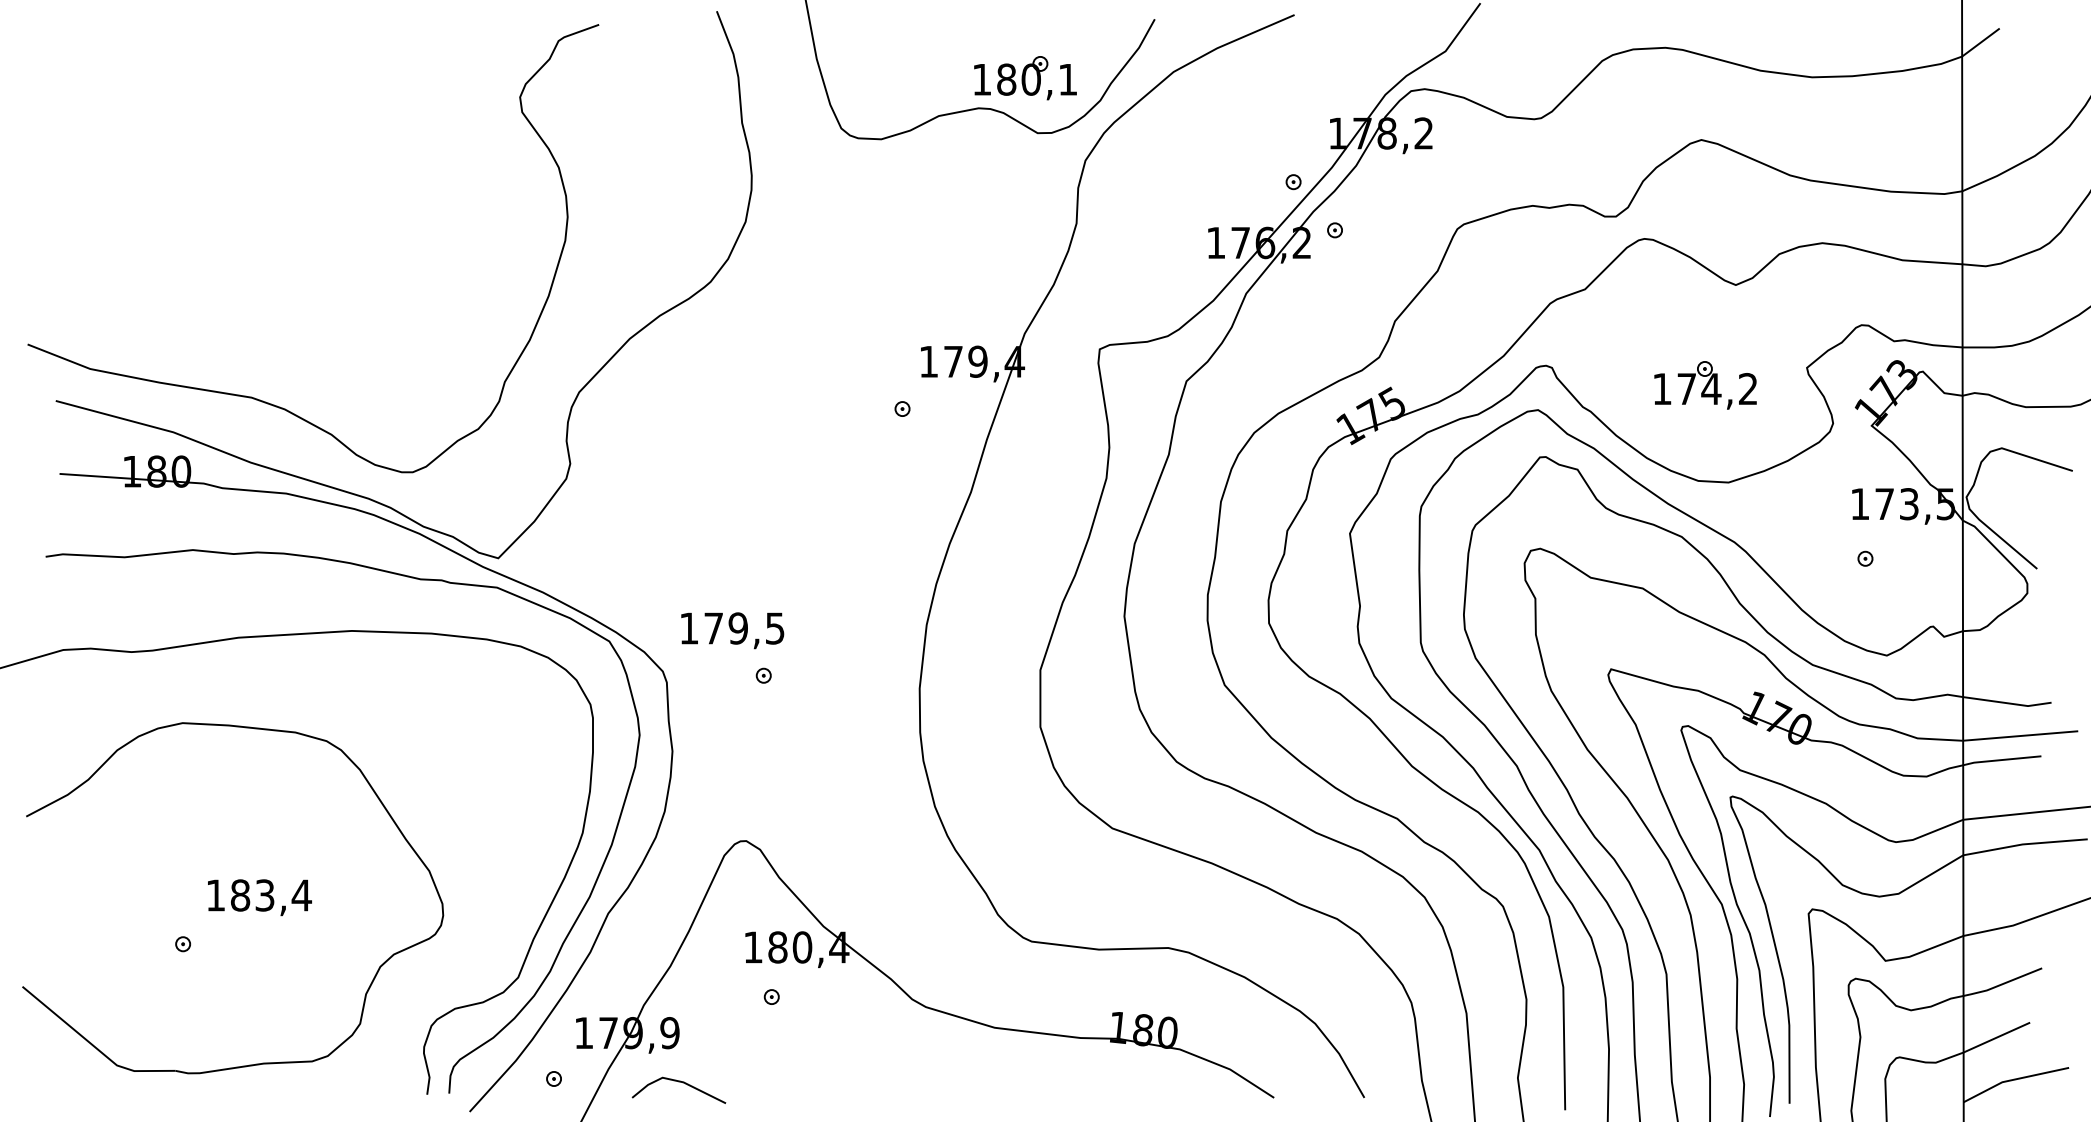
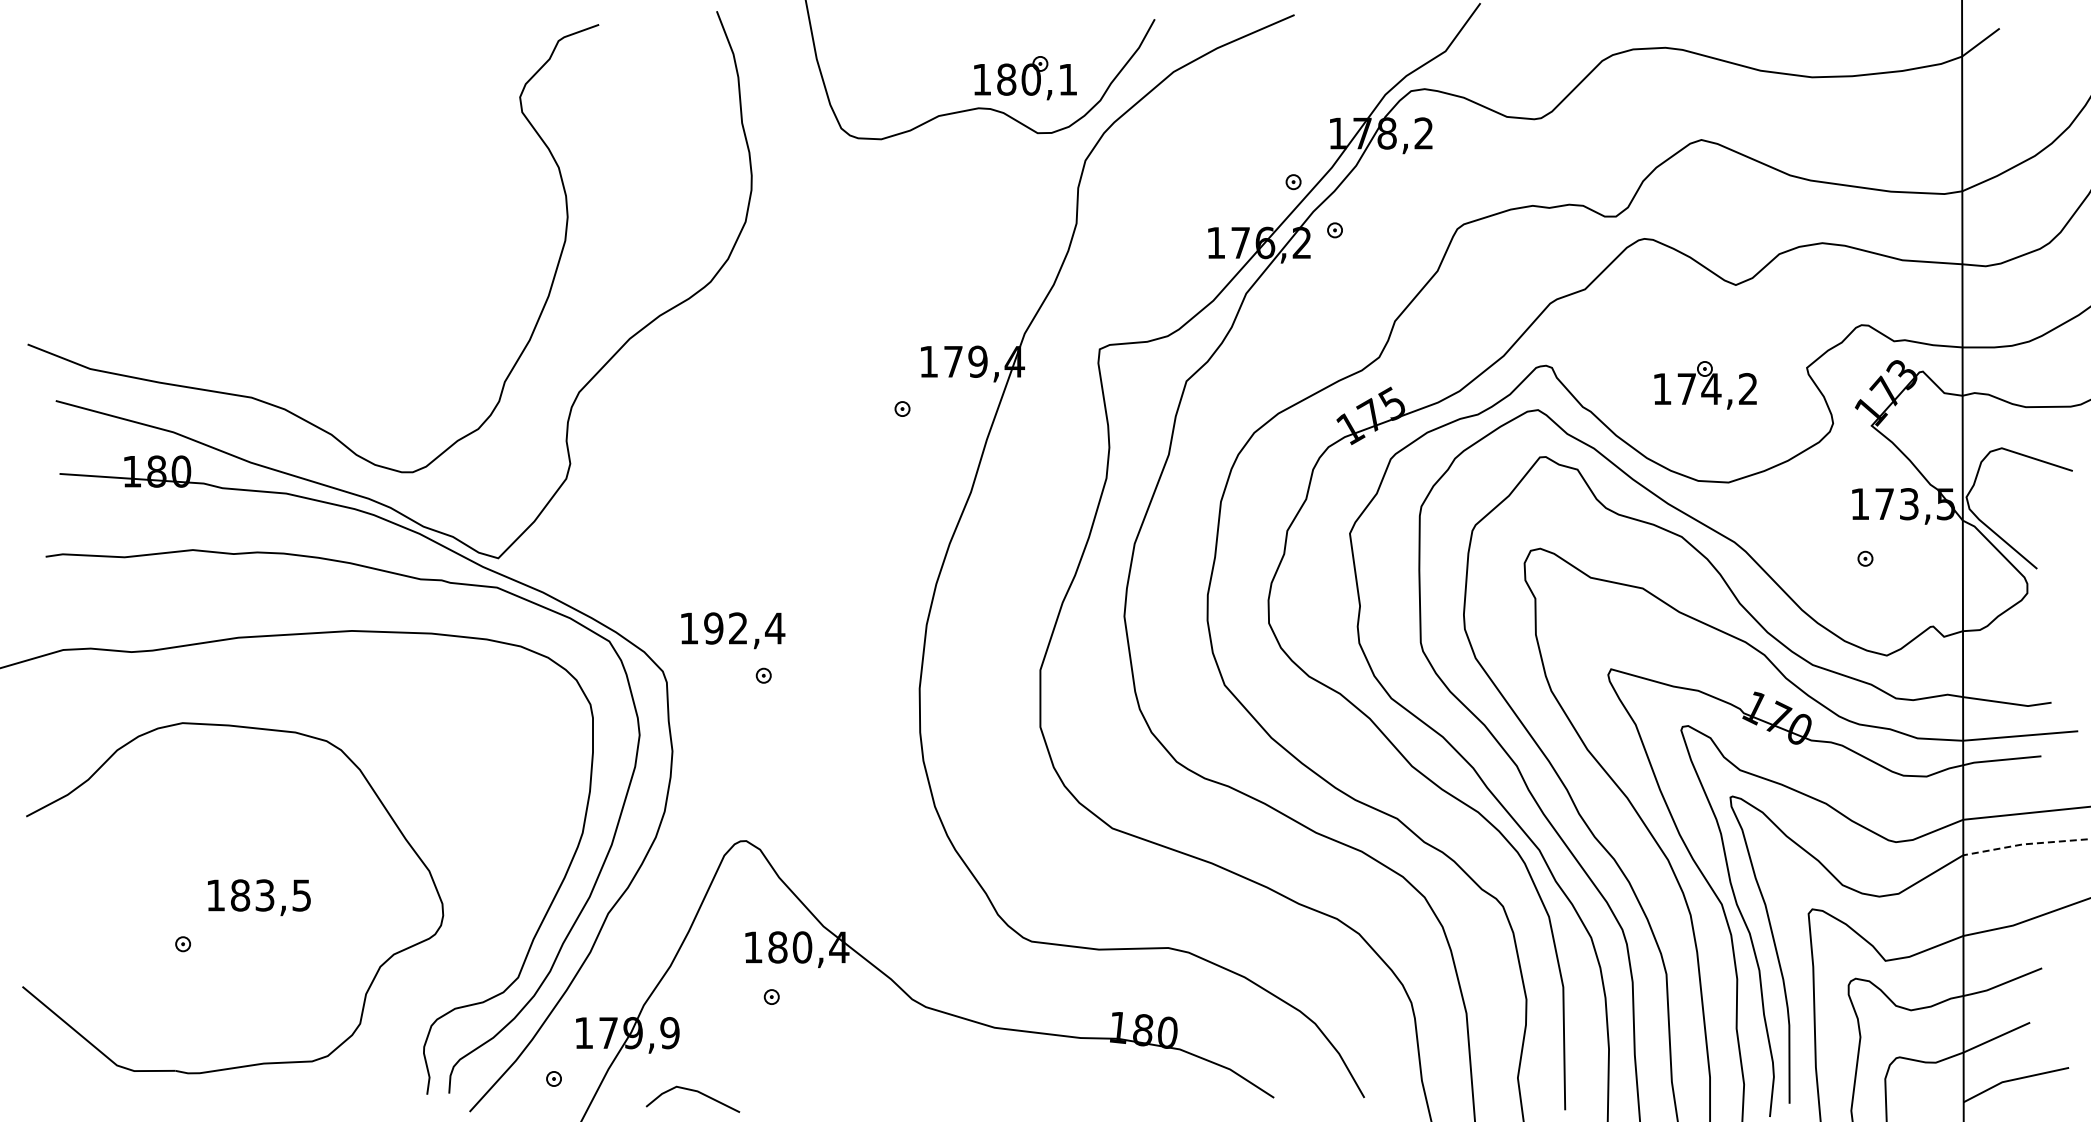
text at (744, 628): 179,5 -> 192,4
line at (2024, 844): solid -> dashed
text at (301, 895): 183,4 -> 183,5
line at (678, 1082) position: (678, 1082) -> (692, 1091)
